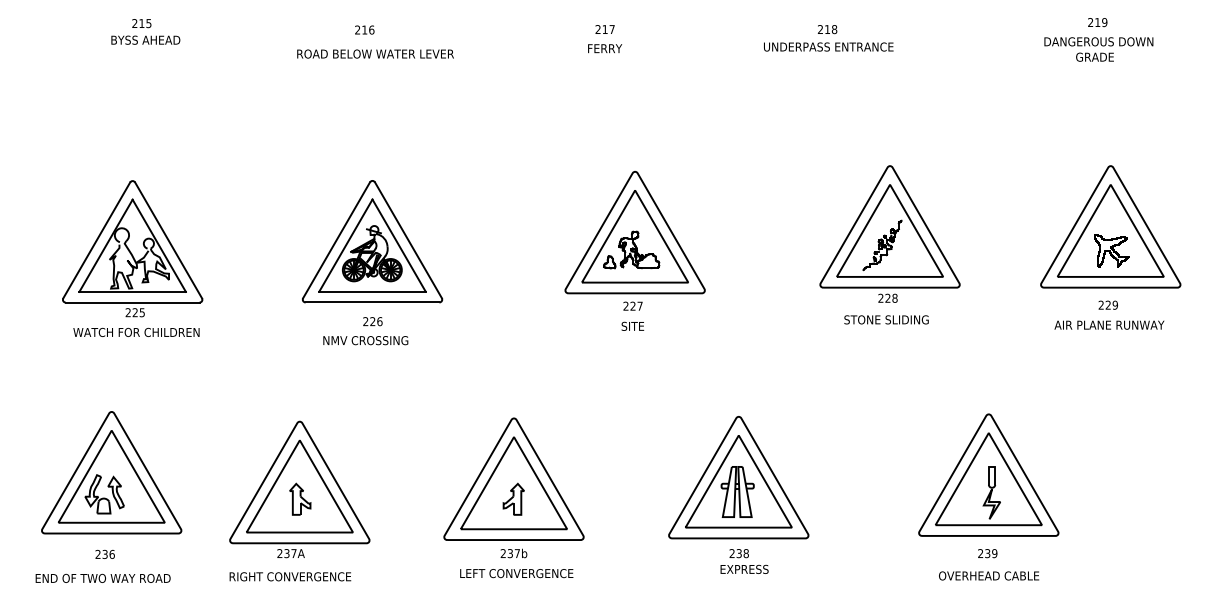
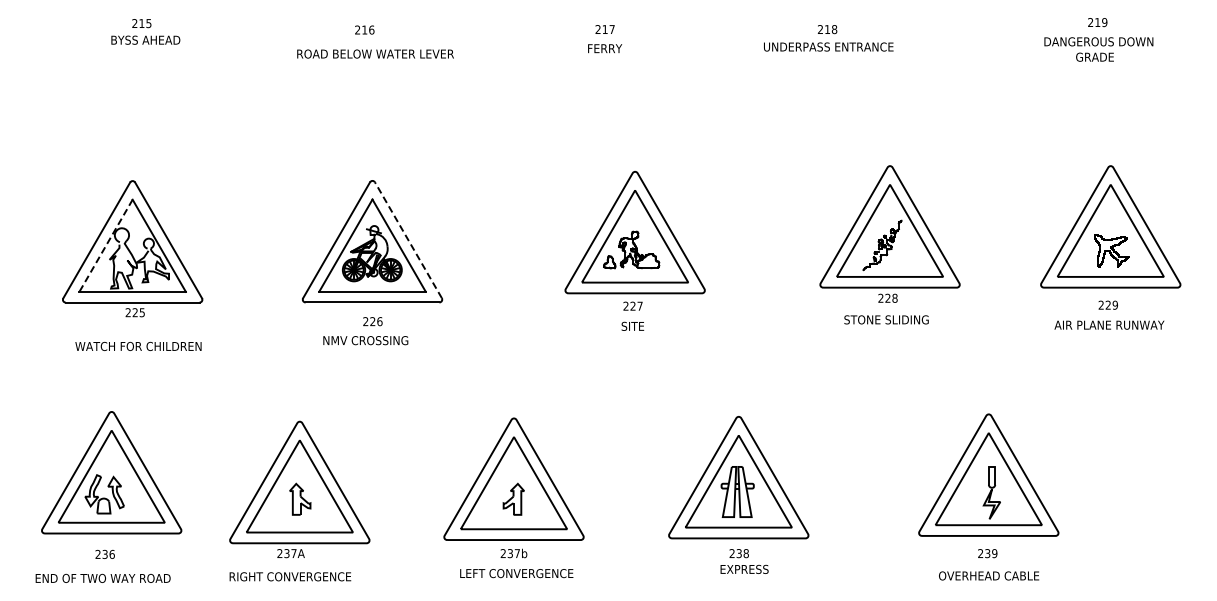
line at (408, 240): solid -> dashed
line at (105, 246): solid -> dashed
text at (136, 331) position: (136, 331) -> (138, 345)
